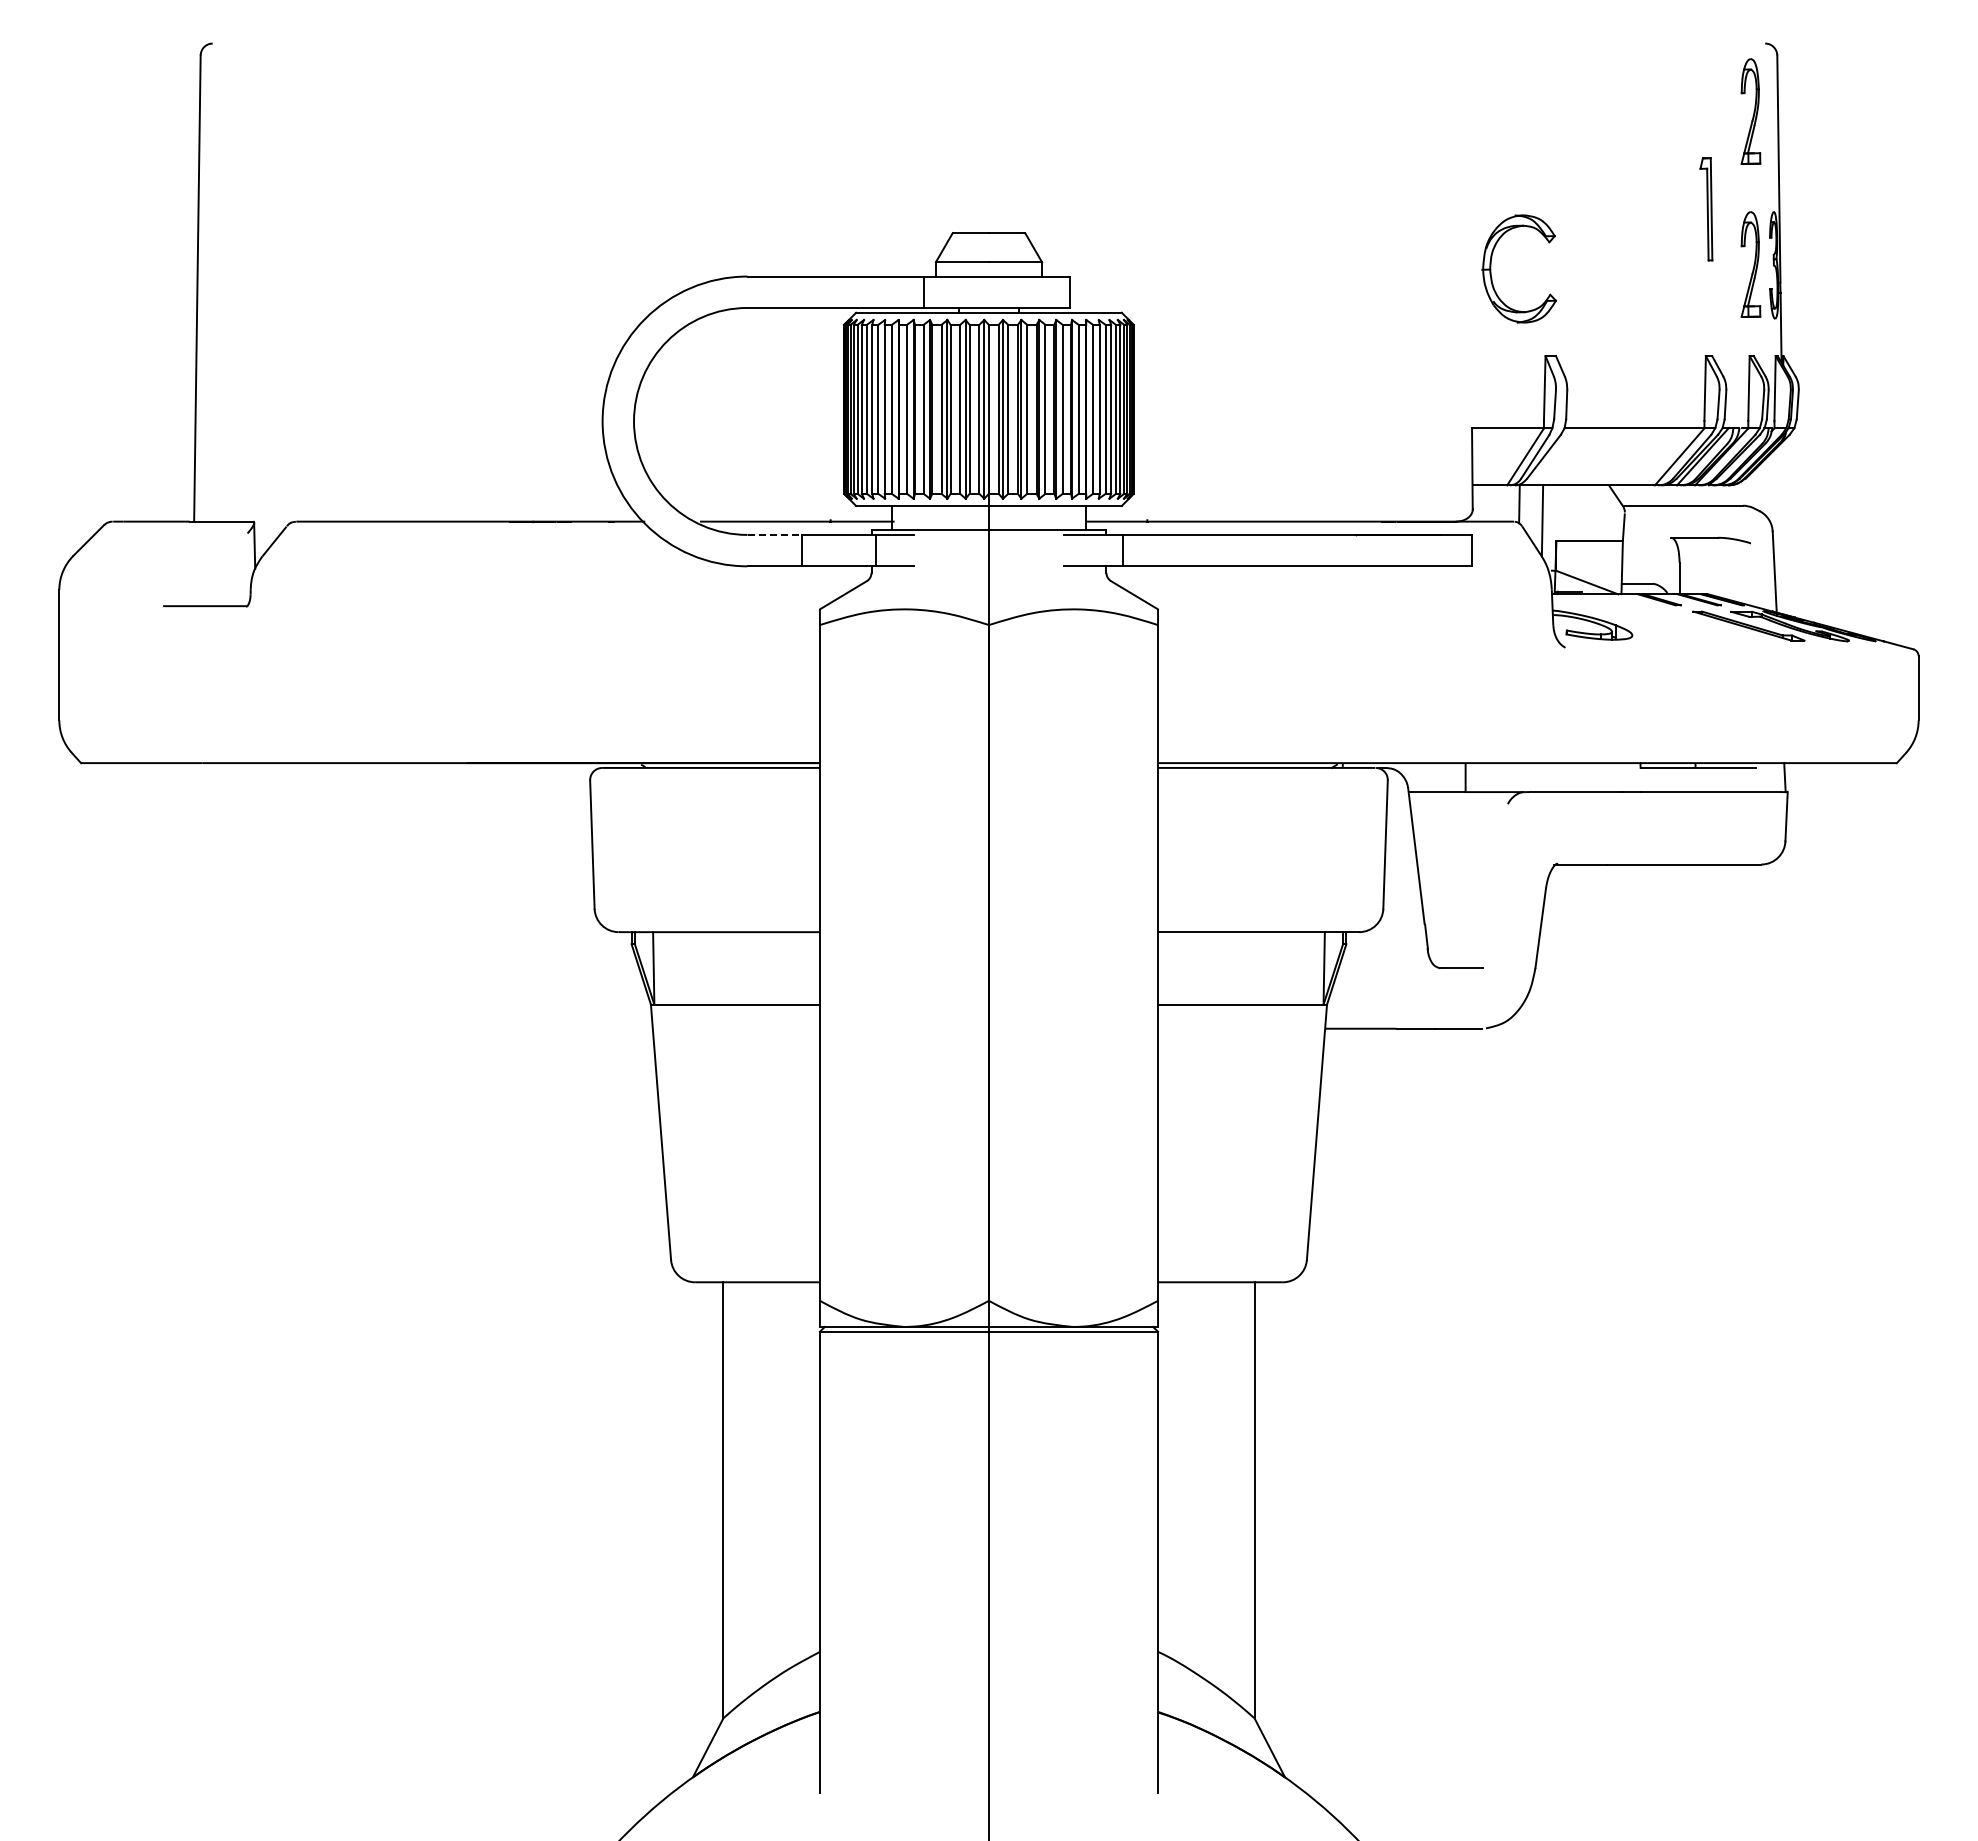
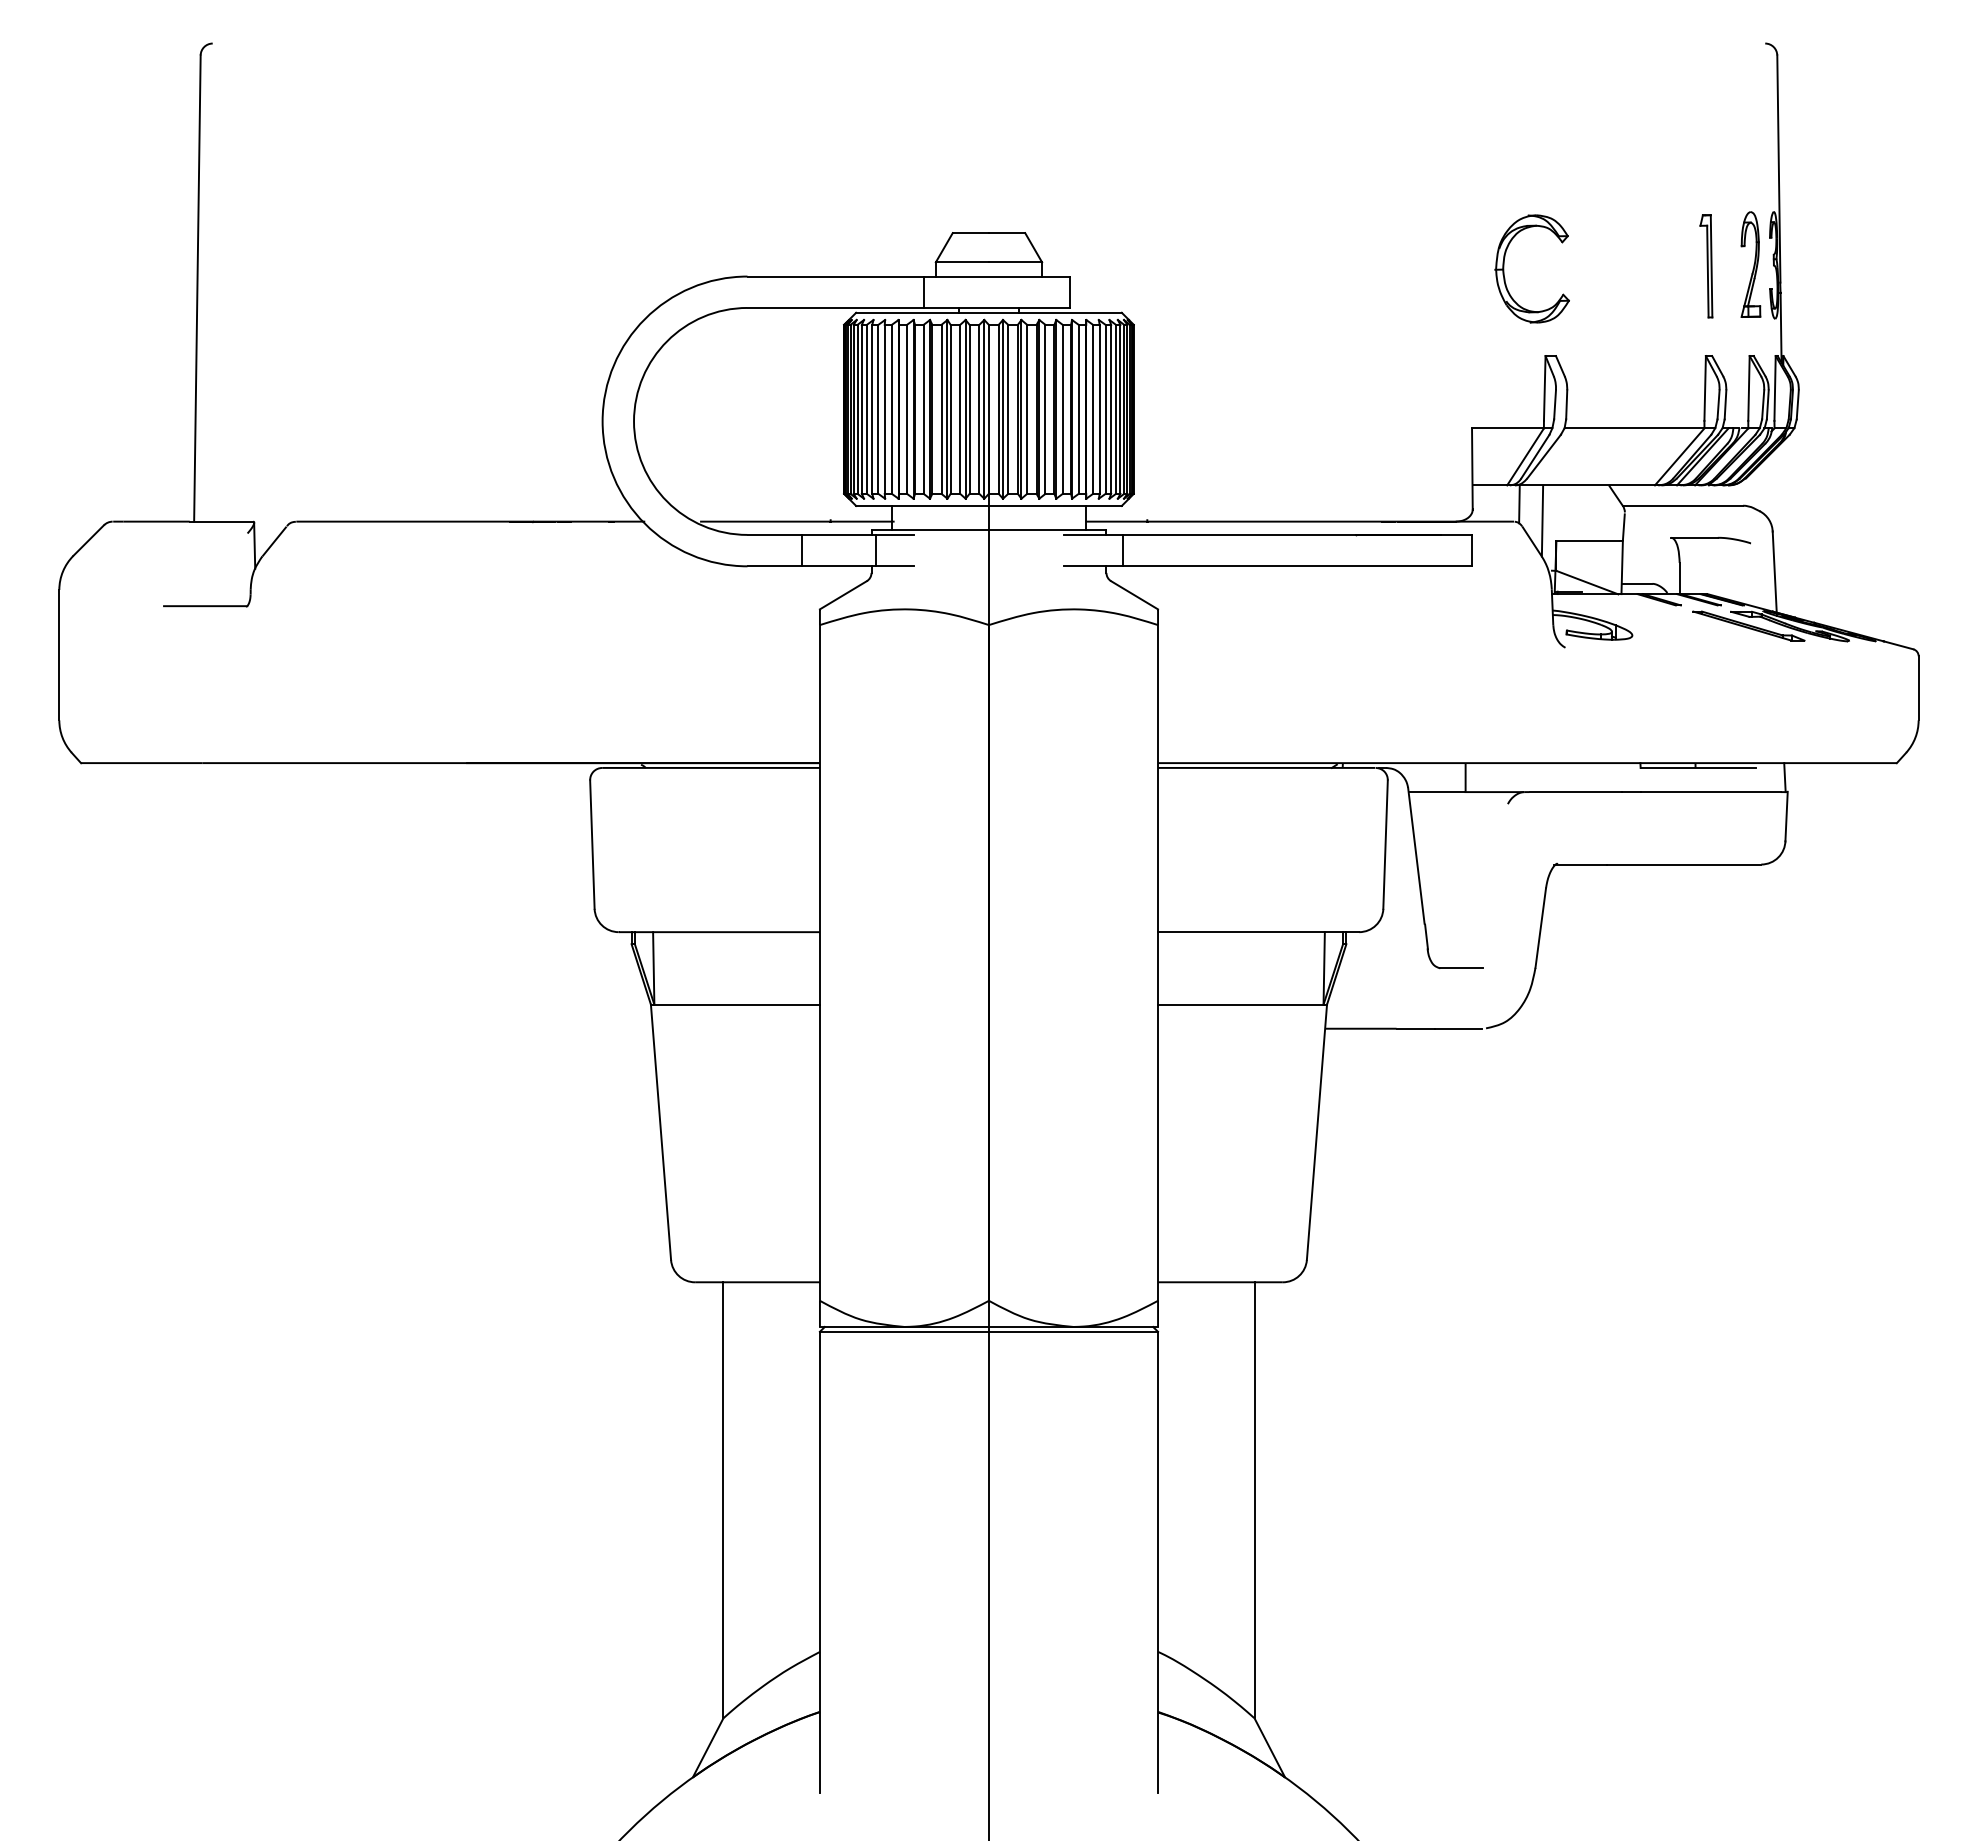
part at (1750, 111): present -> none
part at (1706, 209) position: (1706, 209) -> (1706, 266)
part at (1491, 268) position: (1491, 268) -> (1504, 268)
line at (775, 534): dashed -> solid
